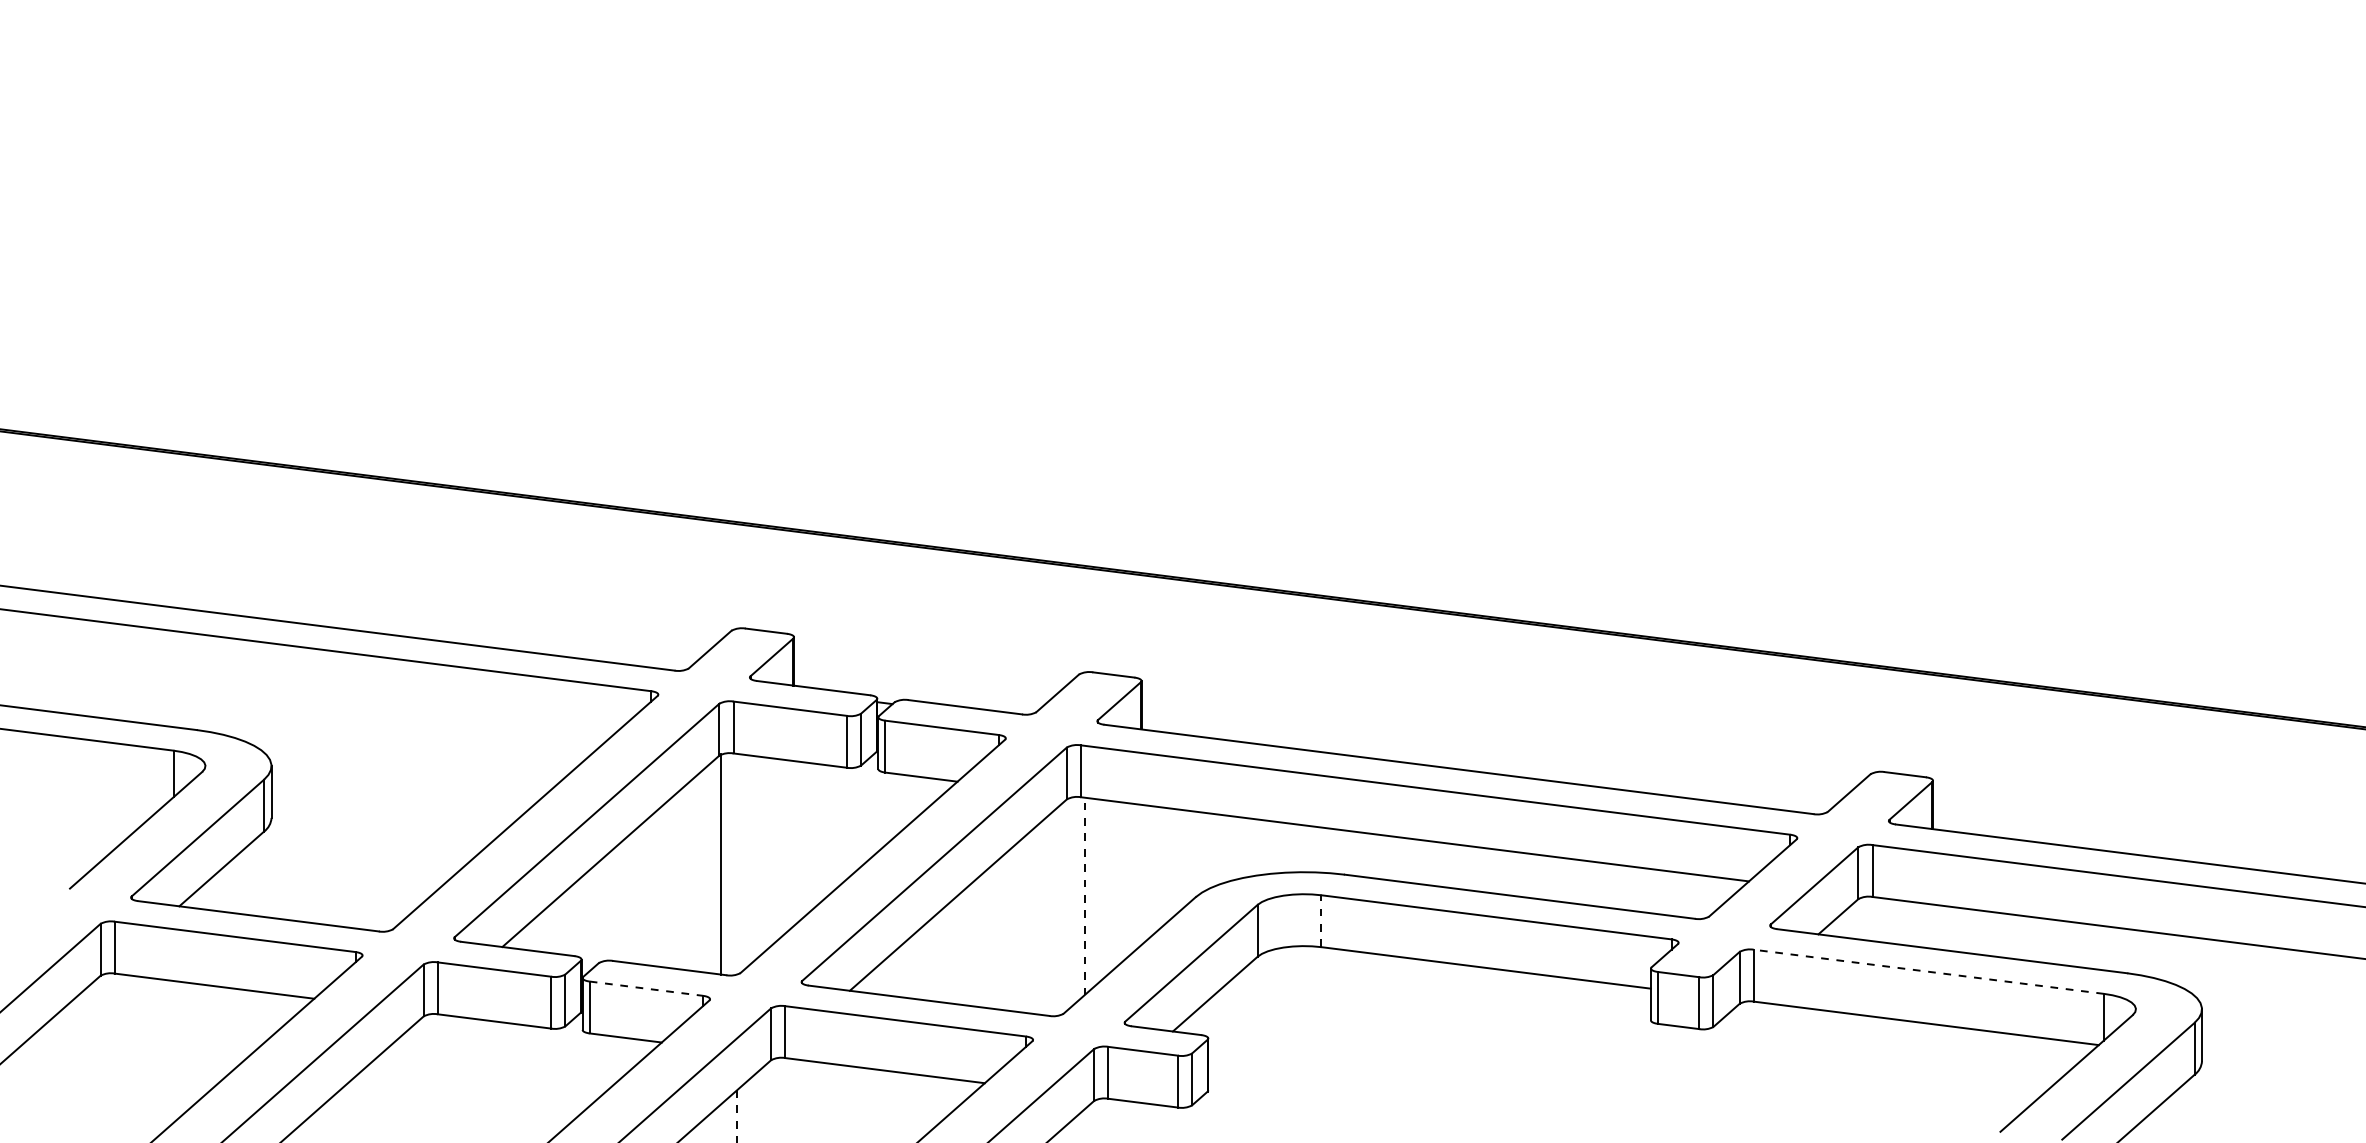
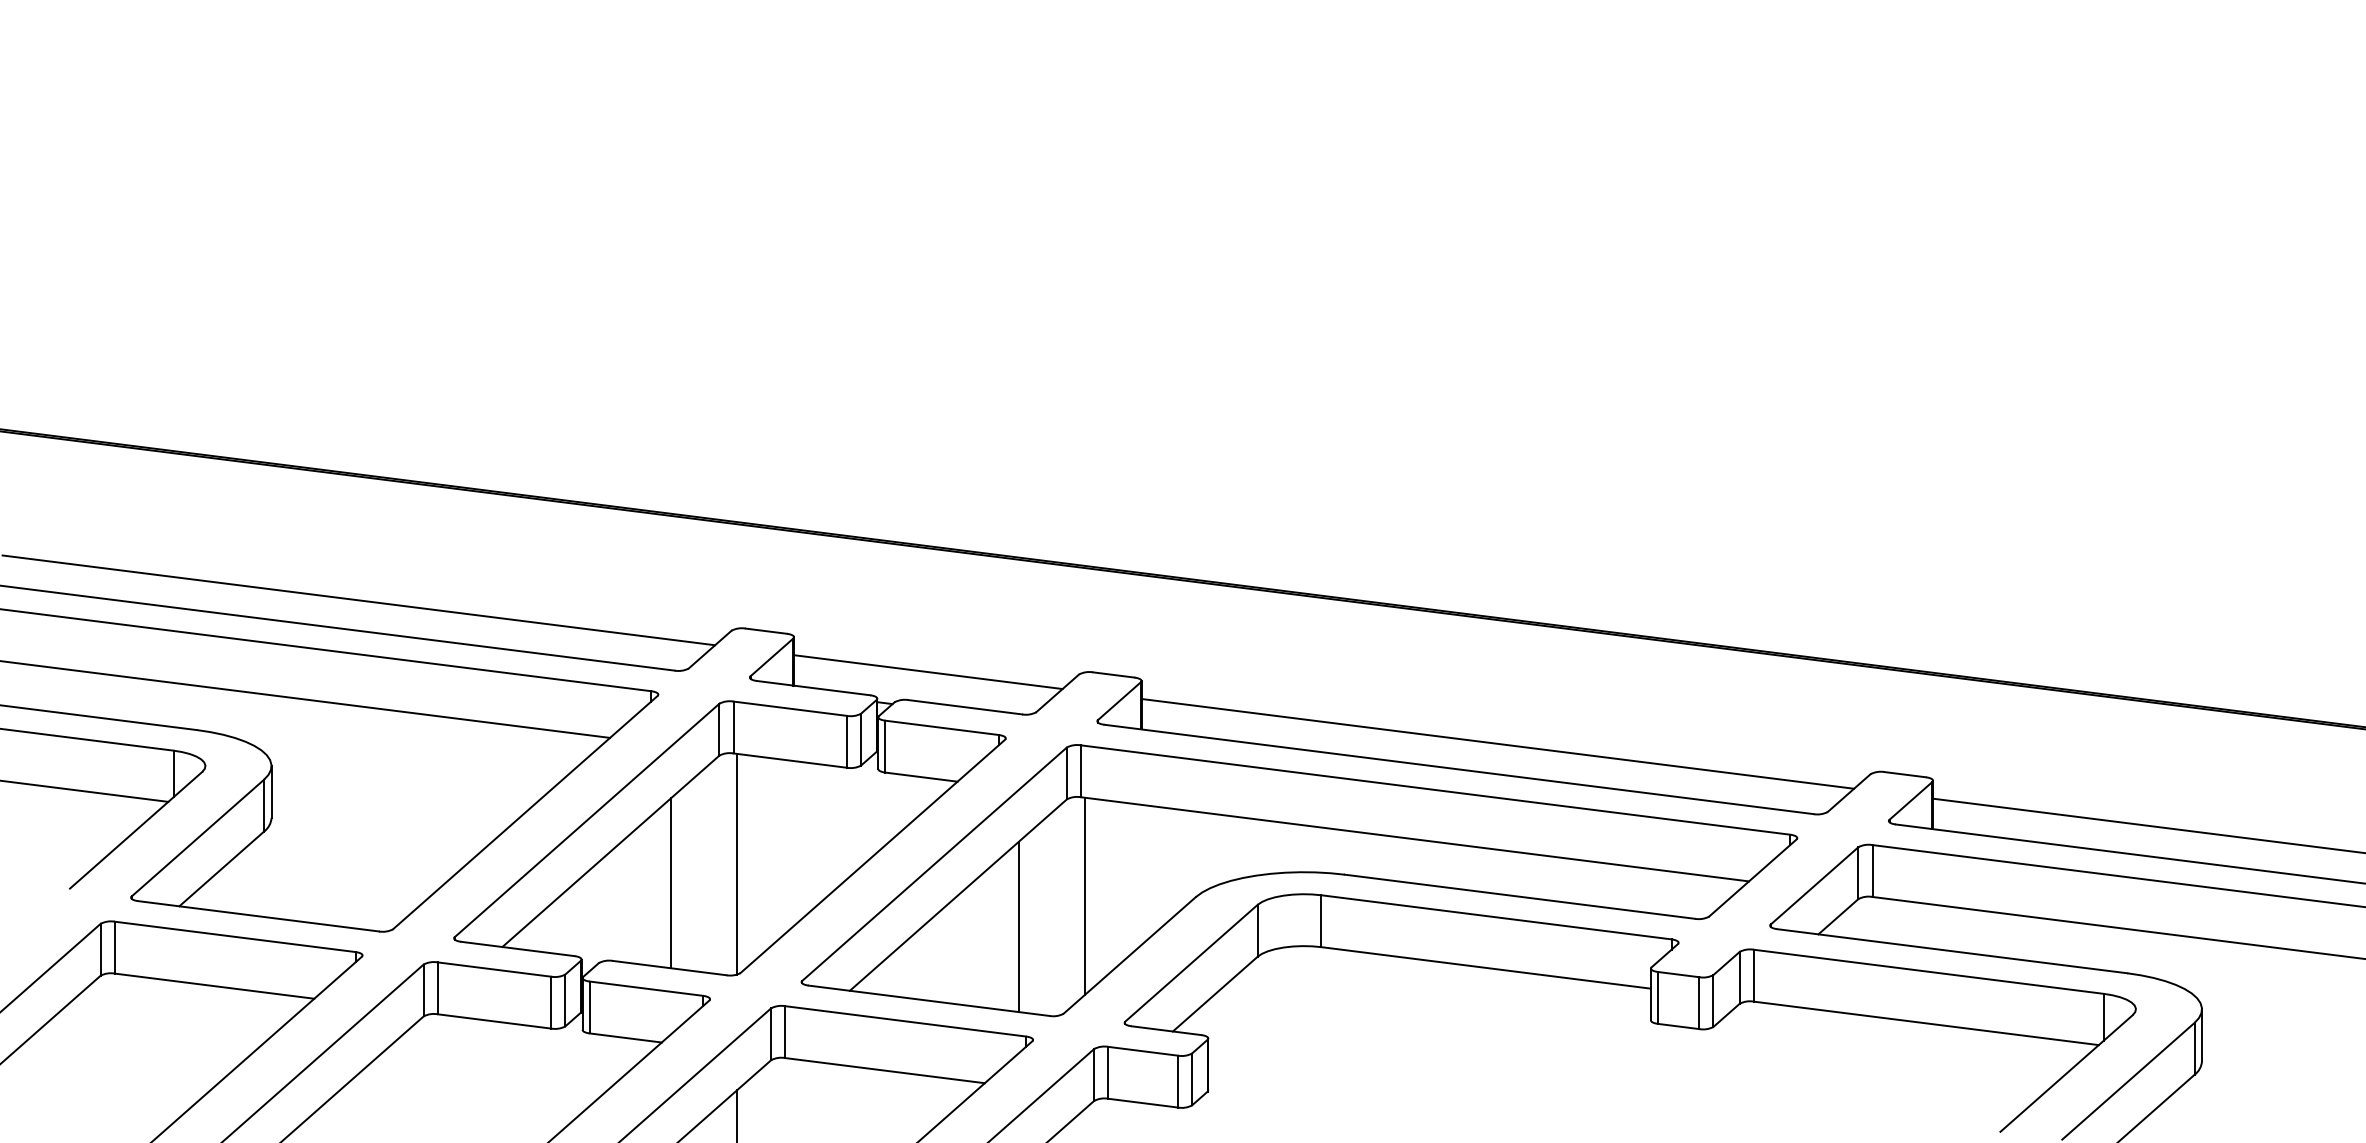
line at (358, 600): none -> present
line at (928, 672): none -> present
line at (306, 699): none -> present
line at (1497, 743): none -> present
line at (85, 790): none -> present
line at (2147, 825): none -> present
line at (721, 863) position: (721, 863) -> (737, 863)
line at (671, 883): none -> present
line at (1084, 896): dashed -> solid
line at (1321, 921): dashed -> solid
line at (1018, 927): none -> present
line at (1928, 971): dashed -> solid
line at (646, 988): dashed -> solid
line at (737, 1116): dashed -> solid
